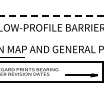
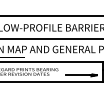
line at (51, 16): dashed -> solid
line at (51, 39): none -> present
